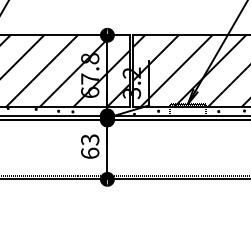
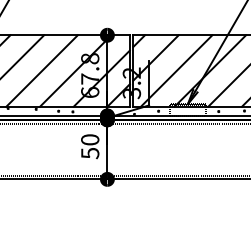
line at (124, 123): none -> present
text at (90, 146): 63 -> 50
